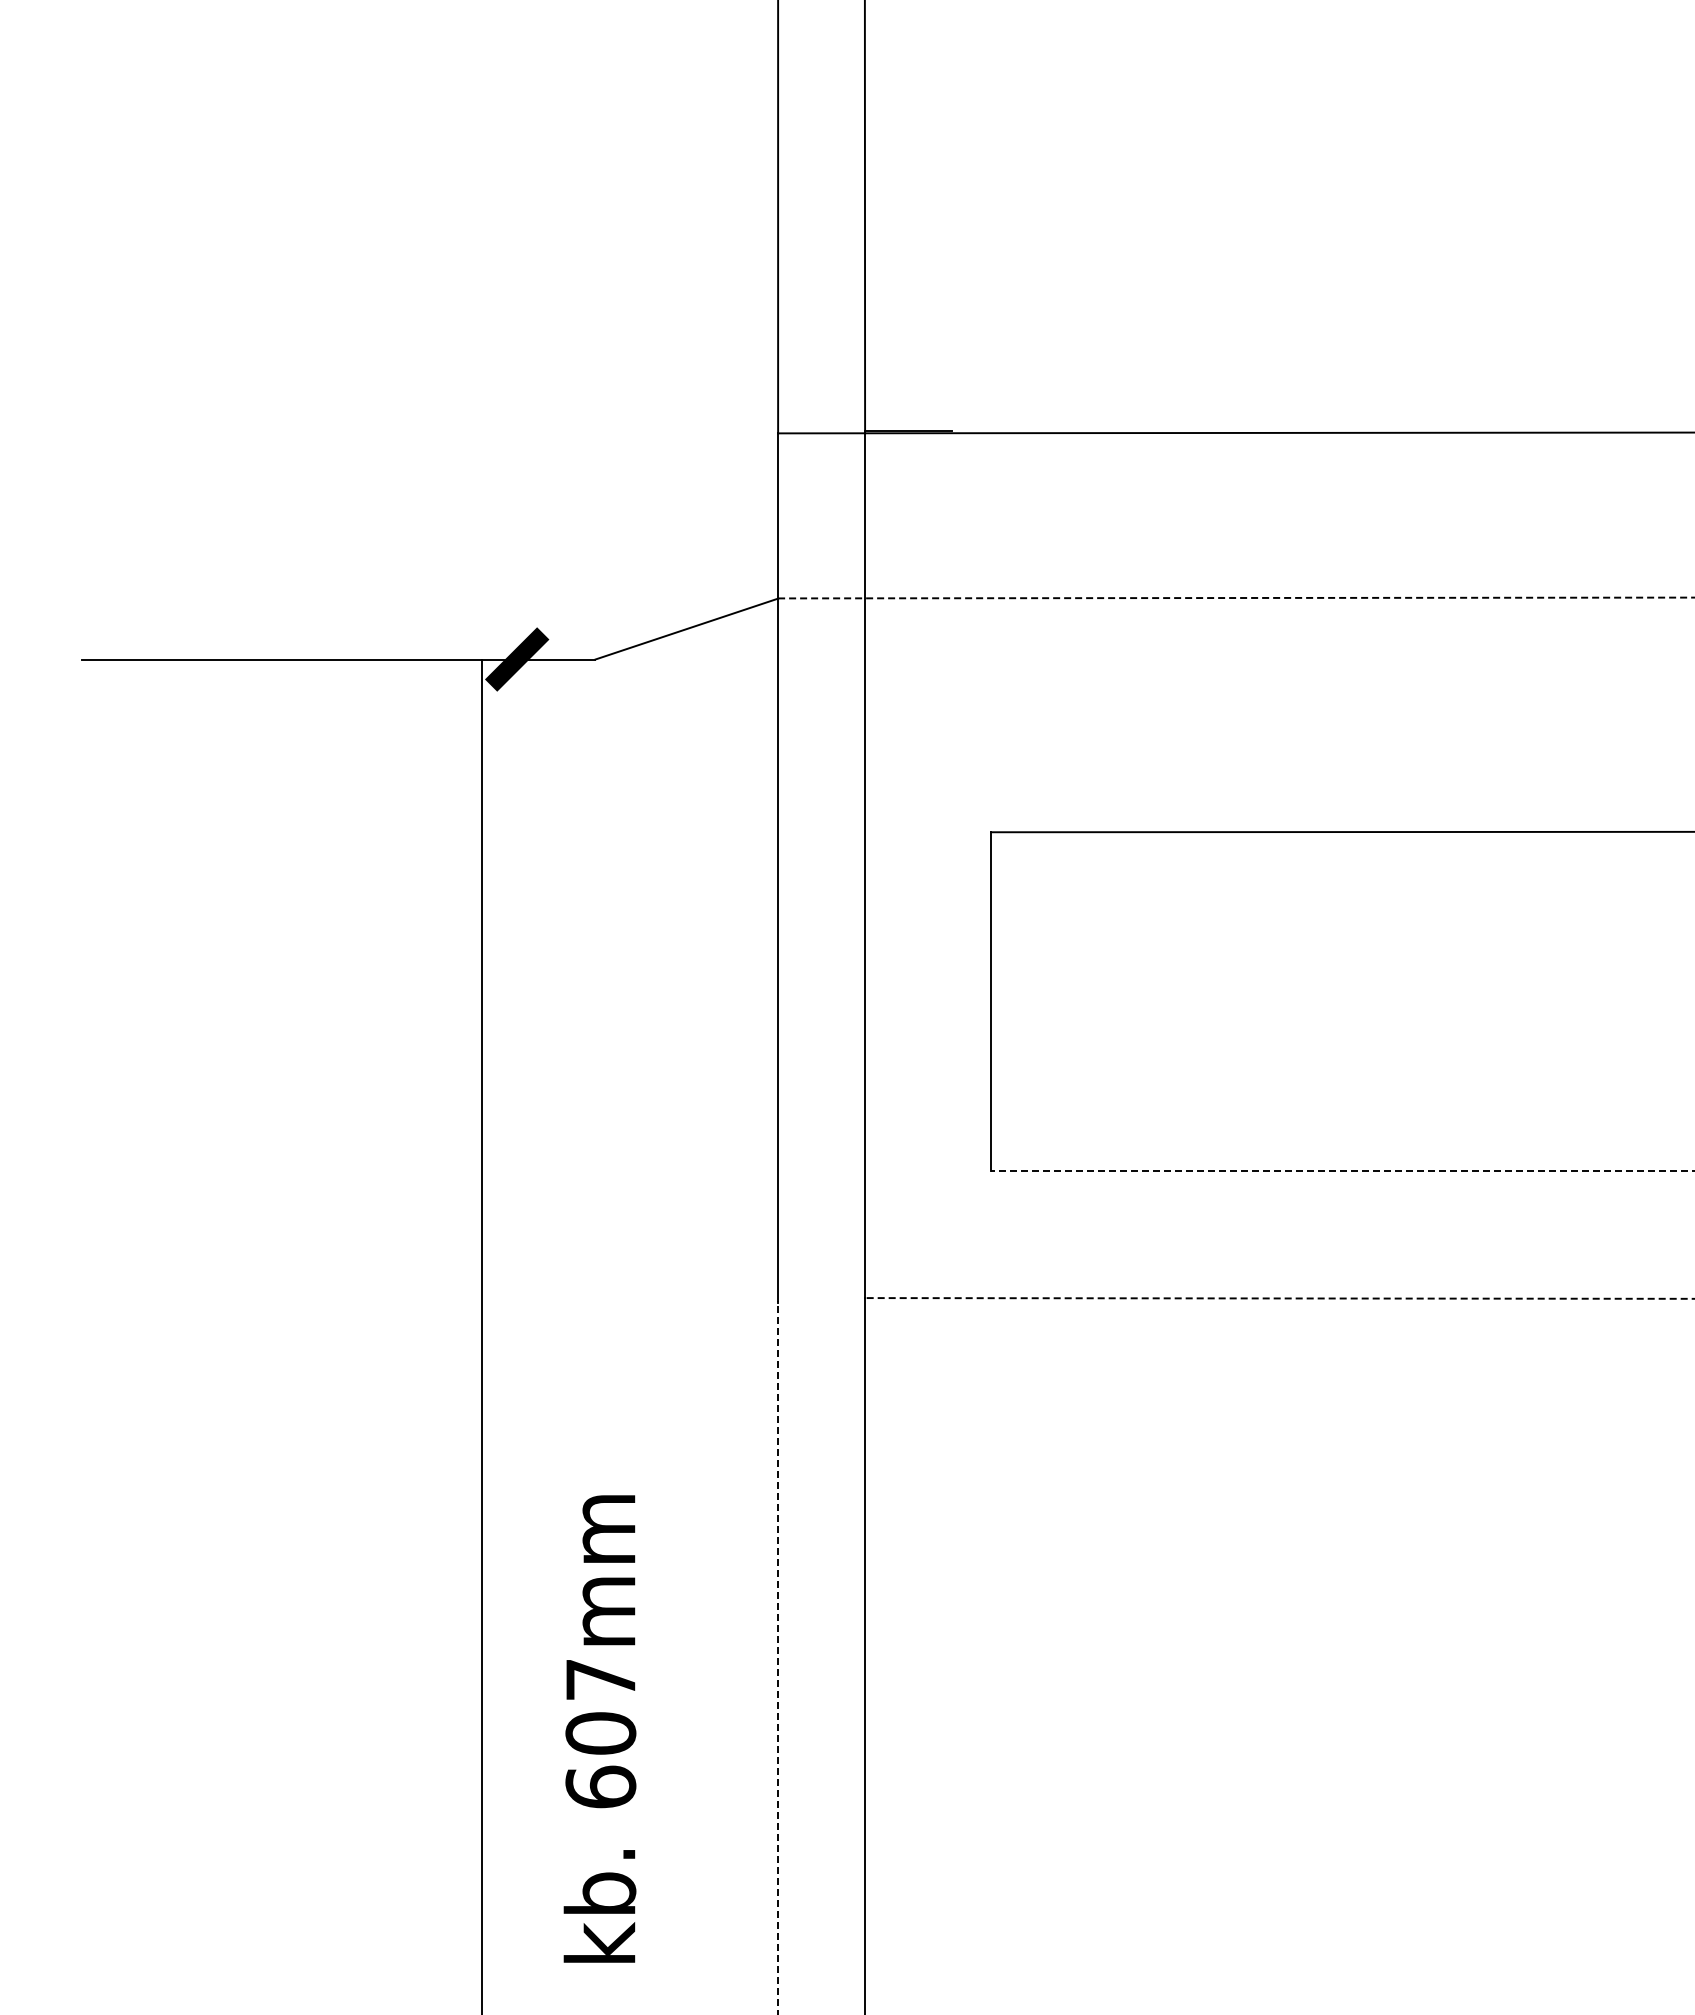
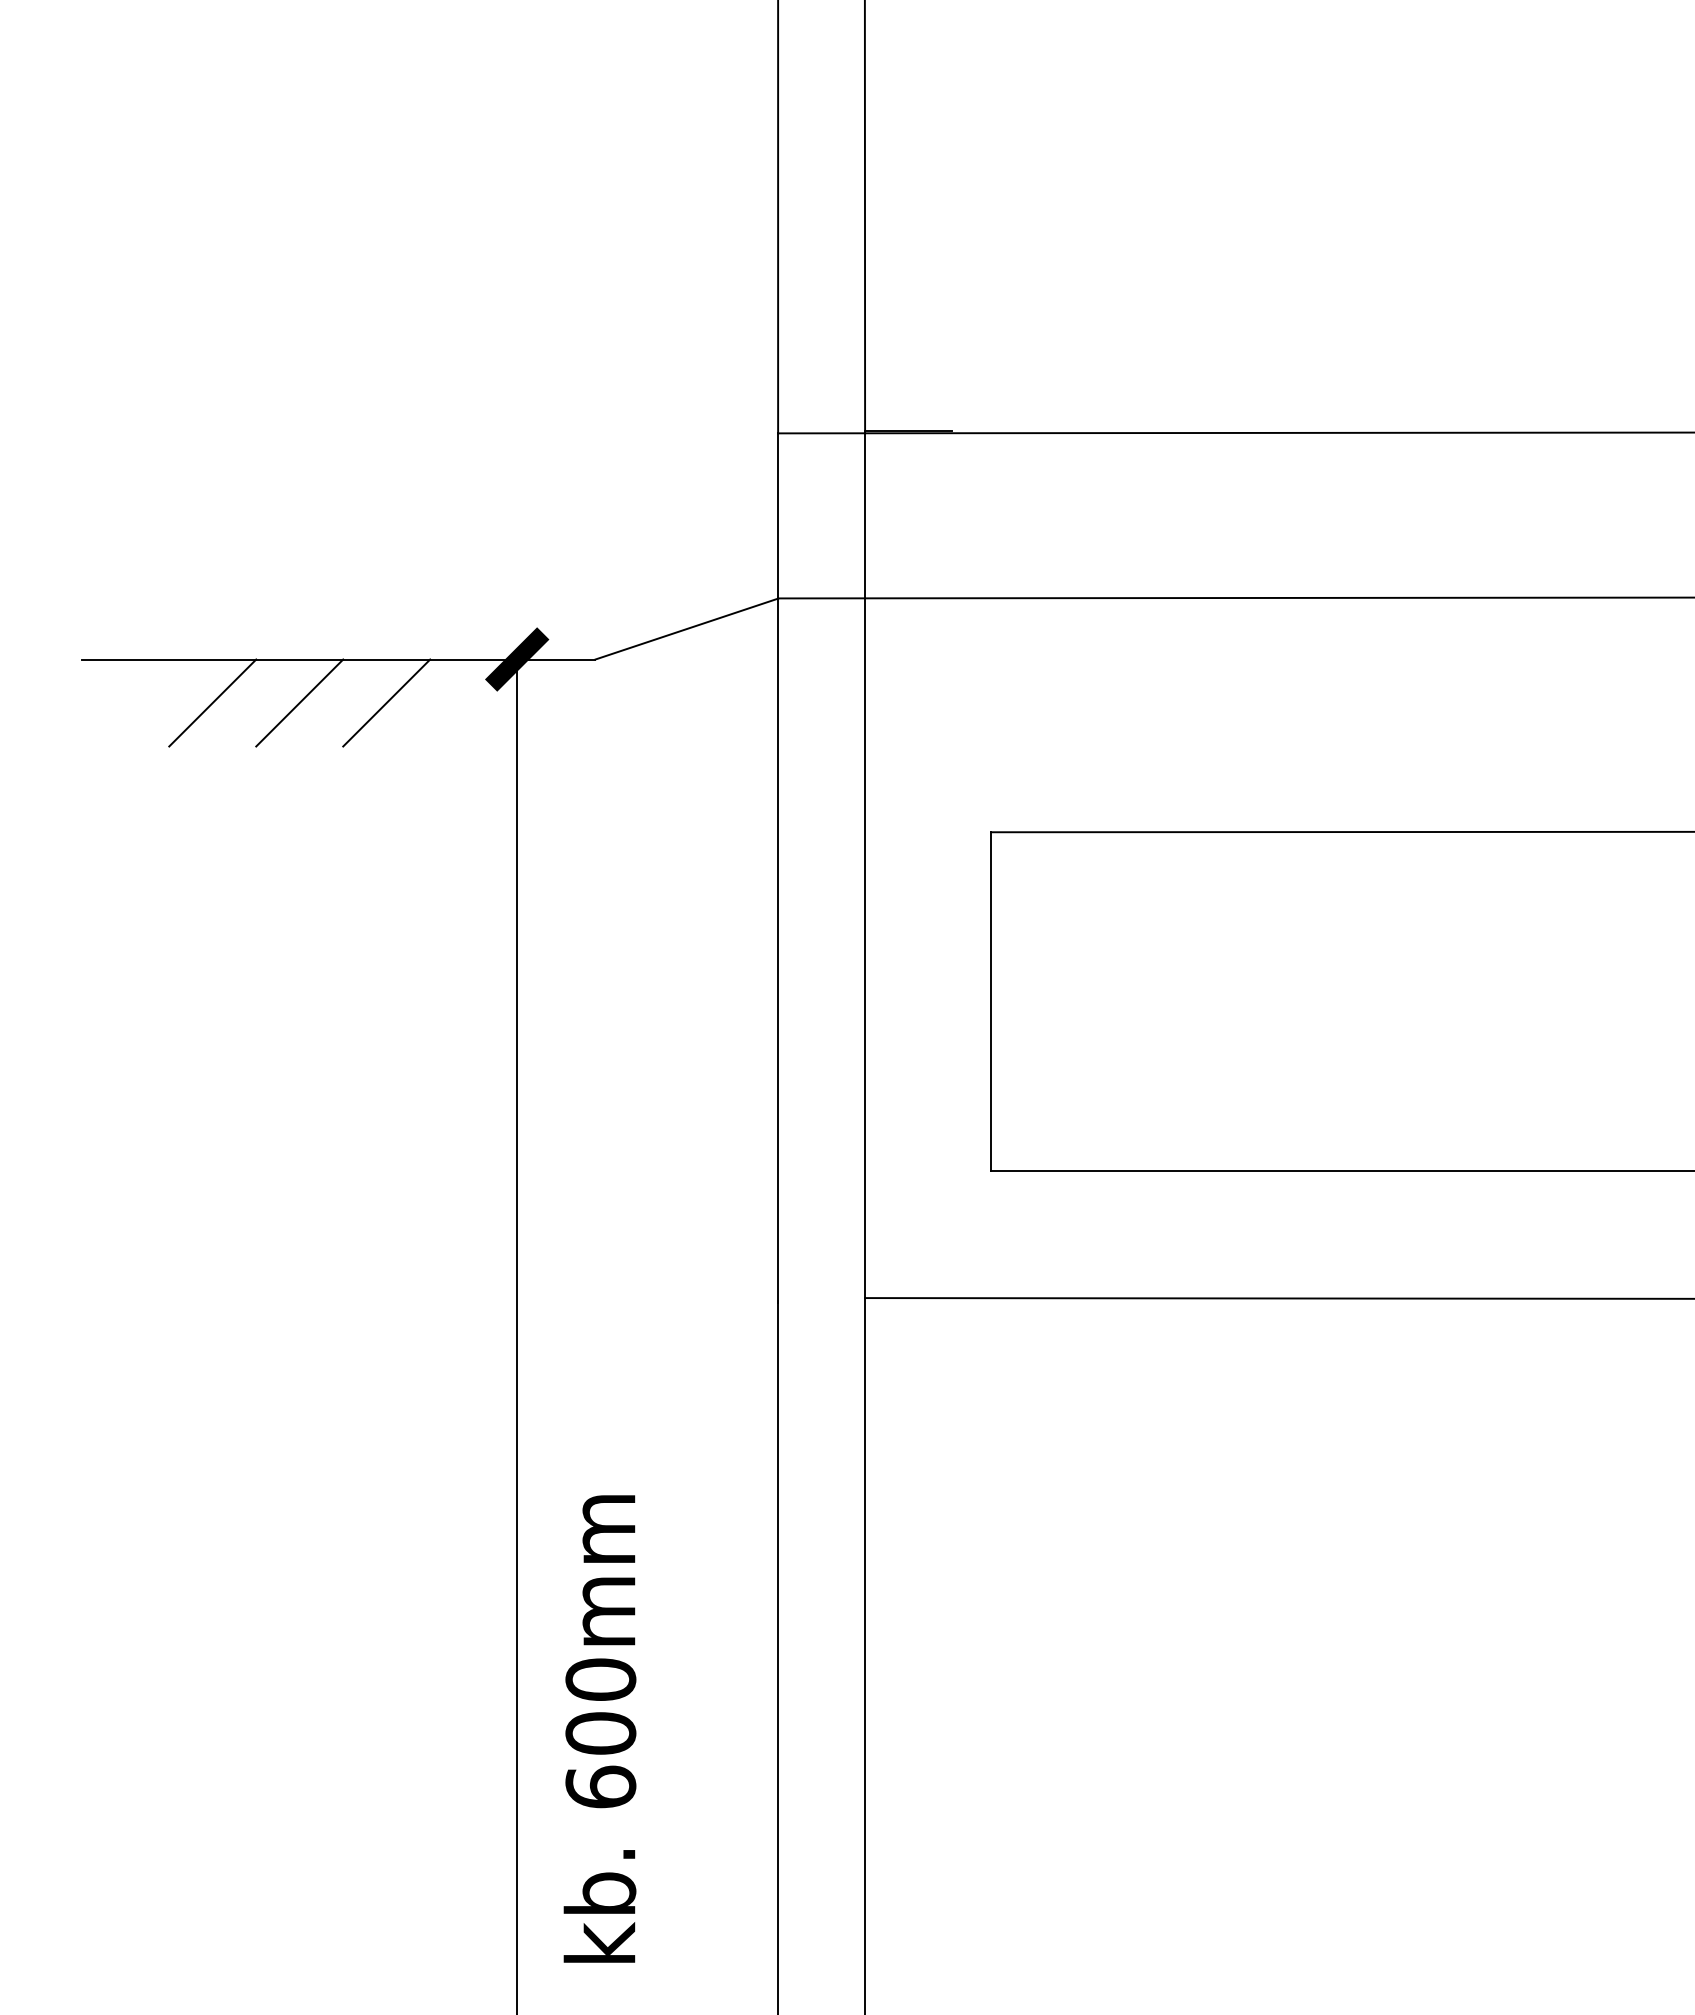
line at (1237, 598): dashed -> solid
line at (212, 702): none -> present
line at (299, 702): none -> present
line at (386, 702): none -> present
line at (1343, 1171): dashed -> solid
line at (1280, 1298): dashed -> solid
line at (482, 1335) position: (482, 1335) -> (517, 1335)
line at (778, 1657): dashed -> solid
text at (600, 1679): 607mm -> 600mm
